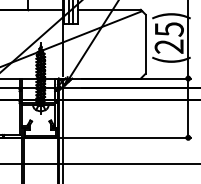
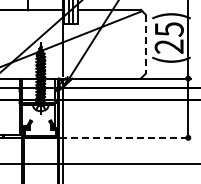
line at (145, 44): solid -> dashed
line at (125, 137): solid -> dashed
